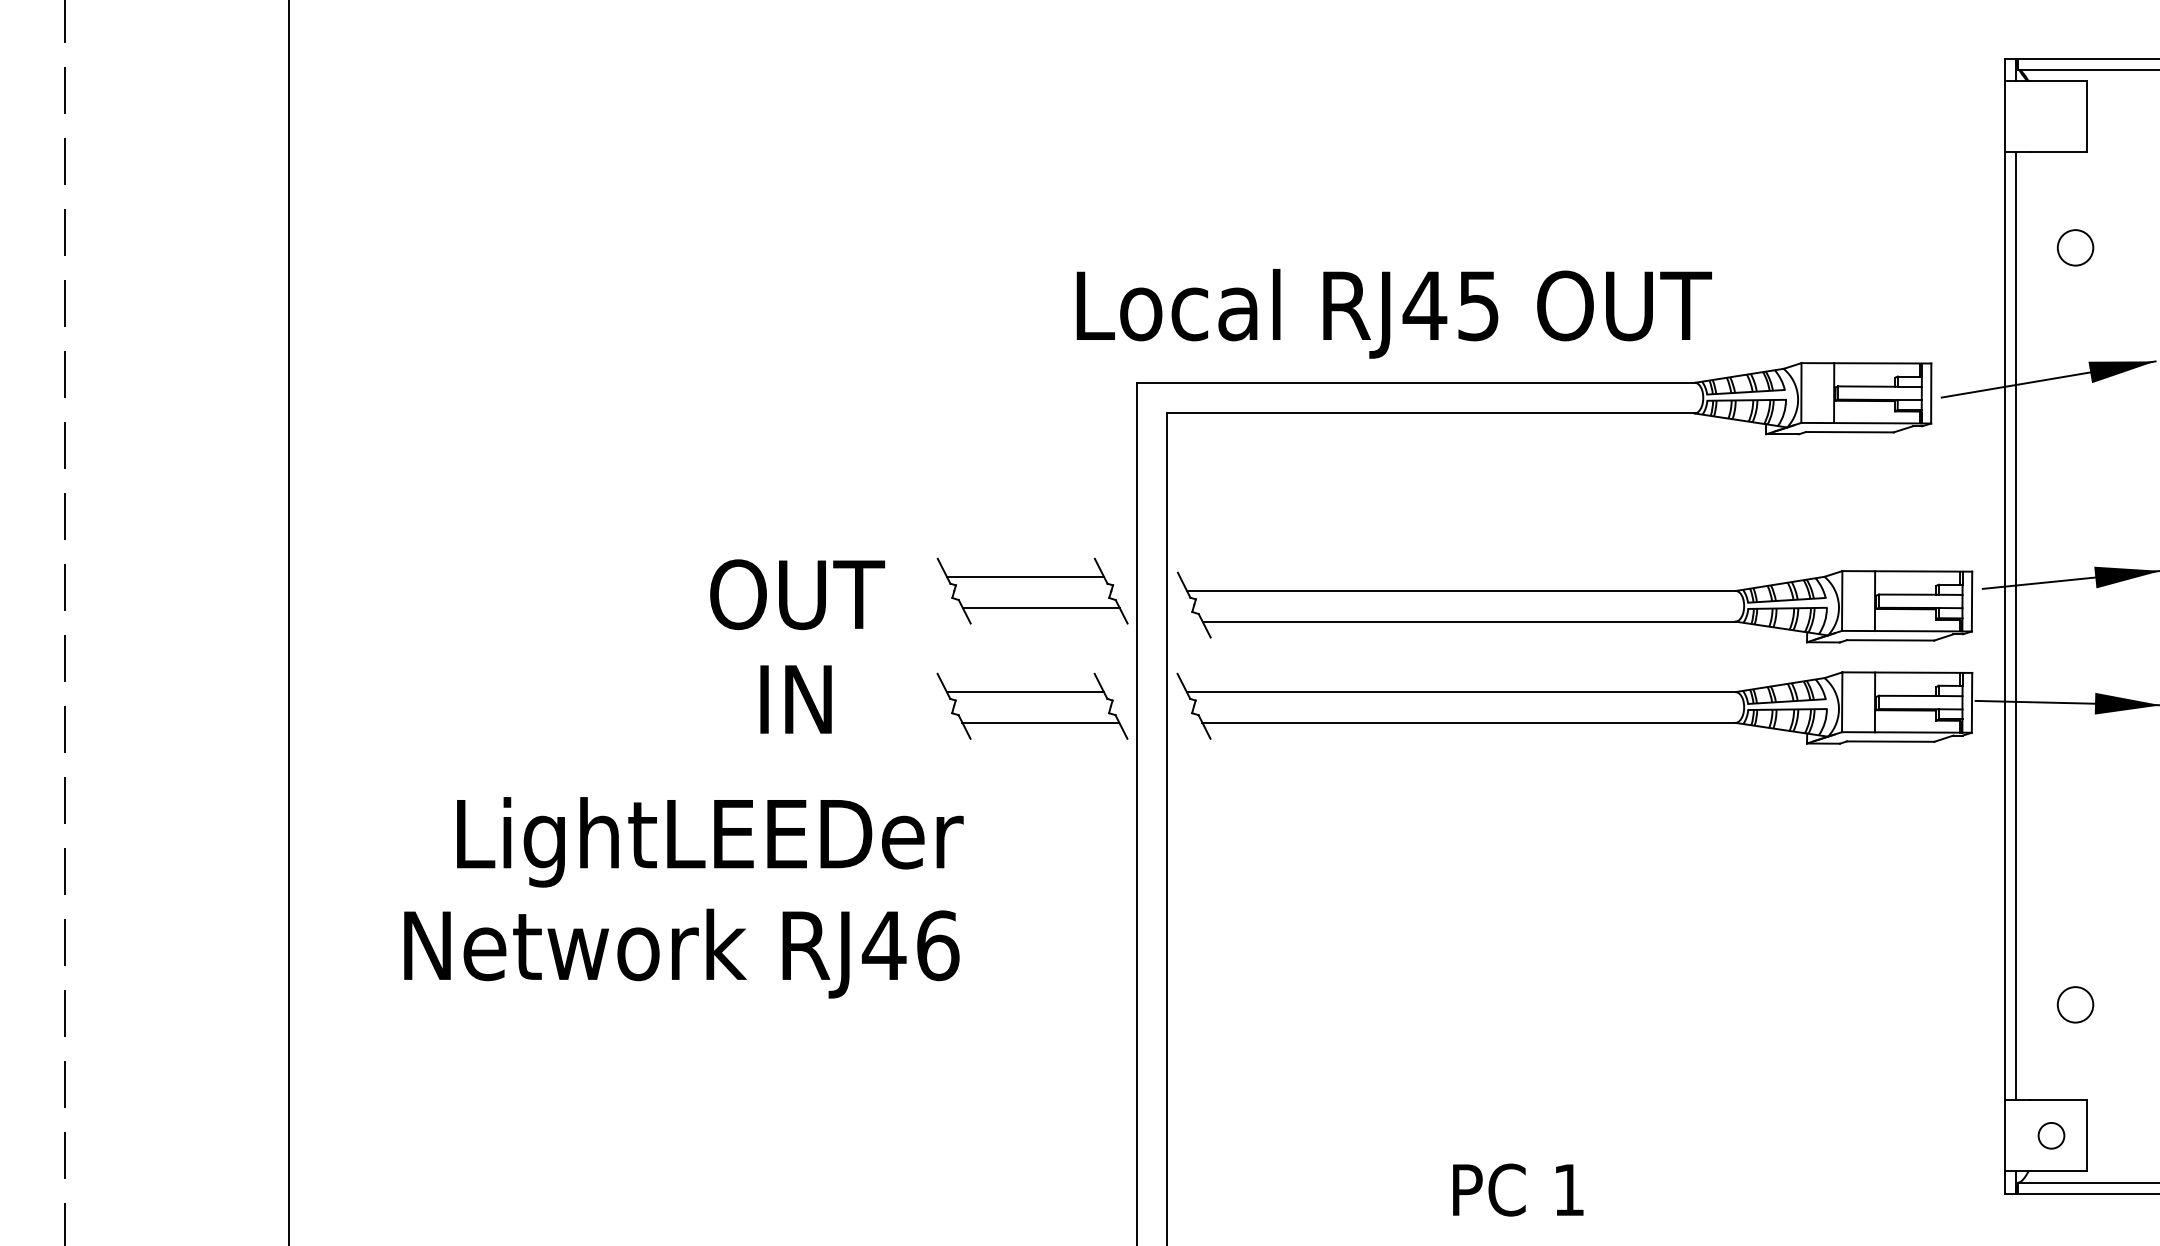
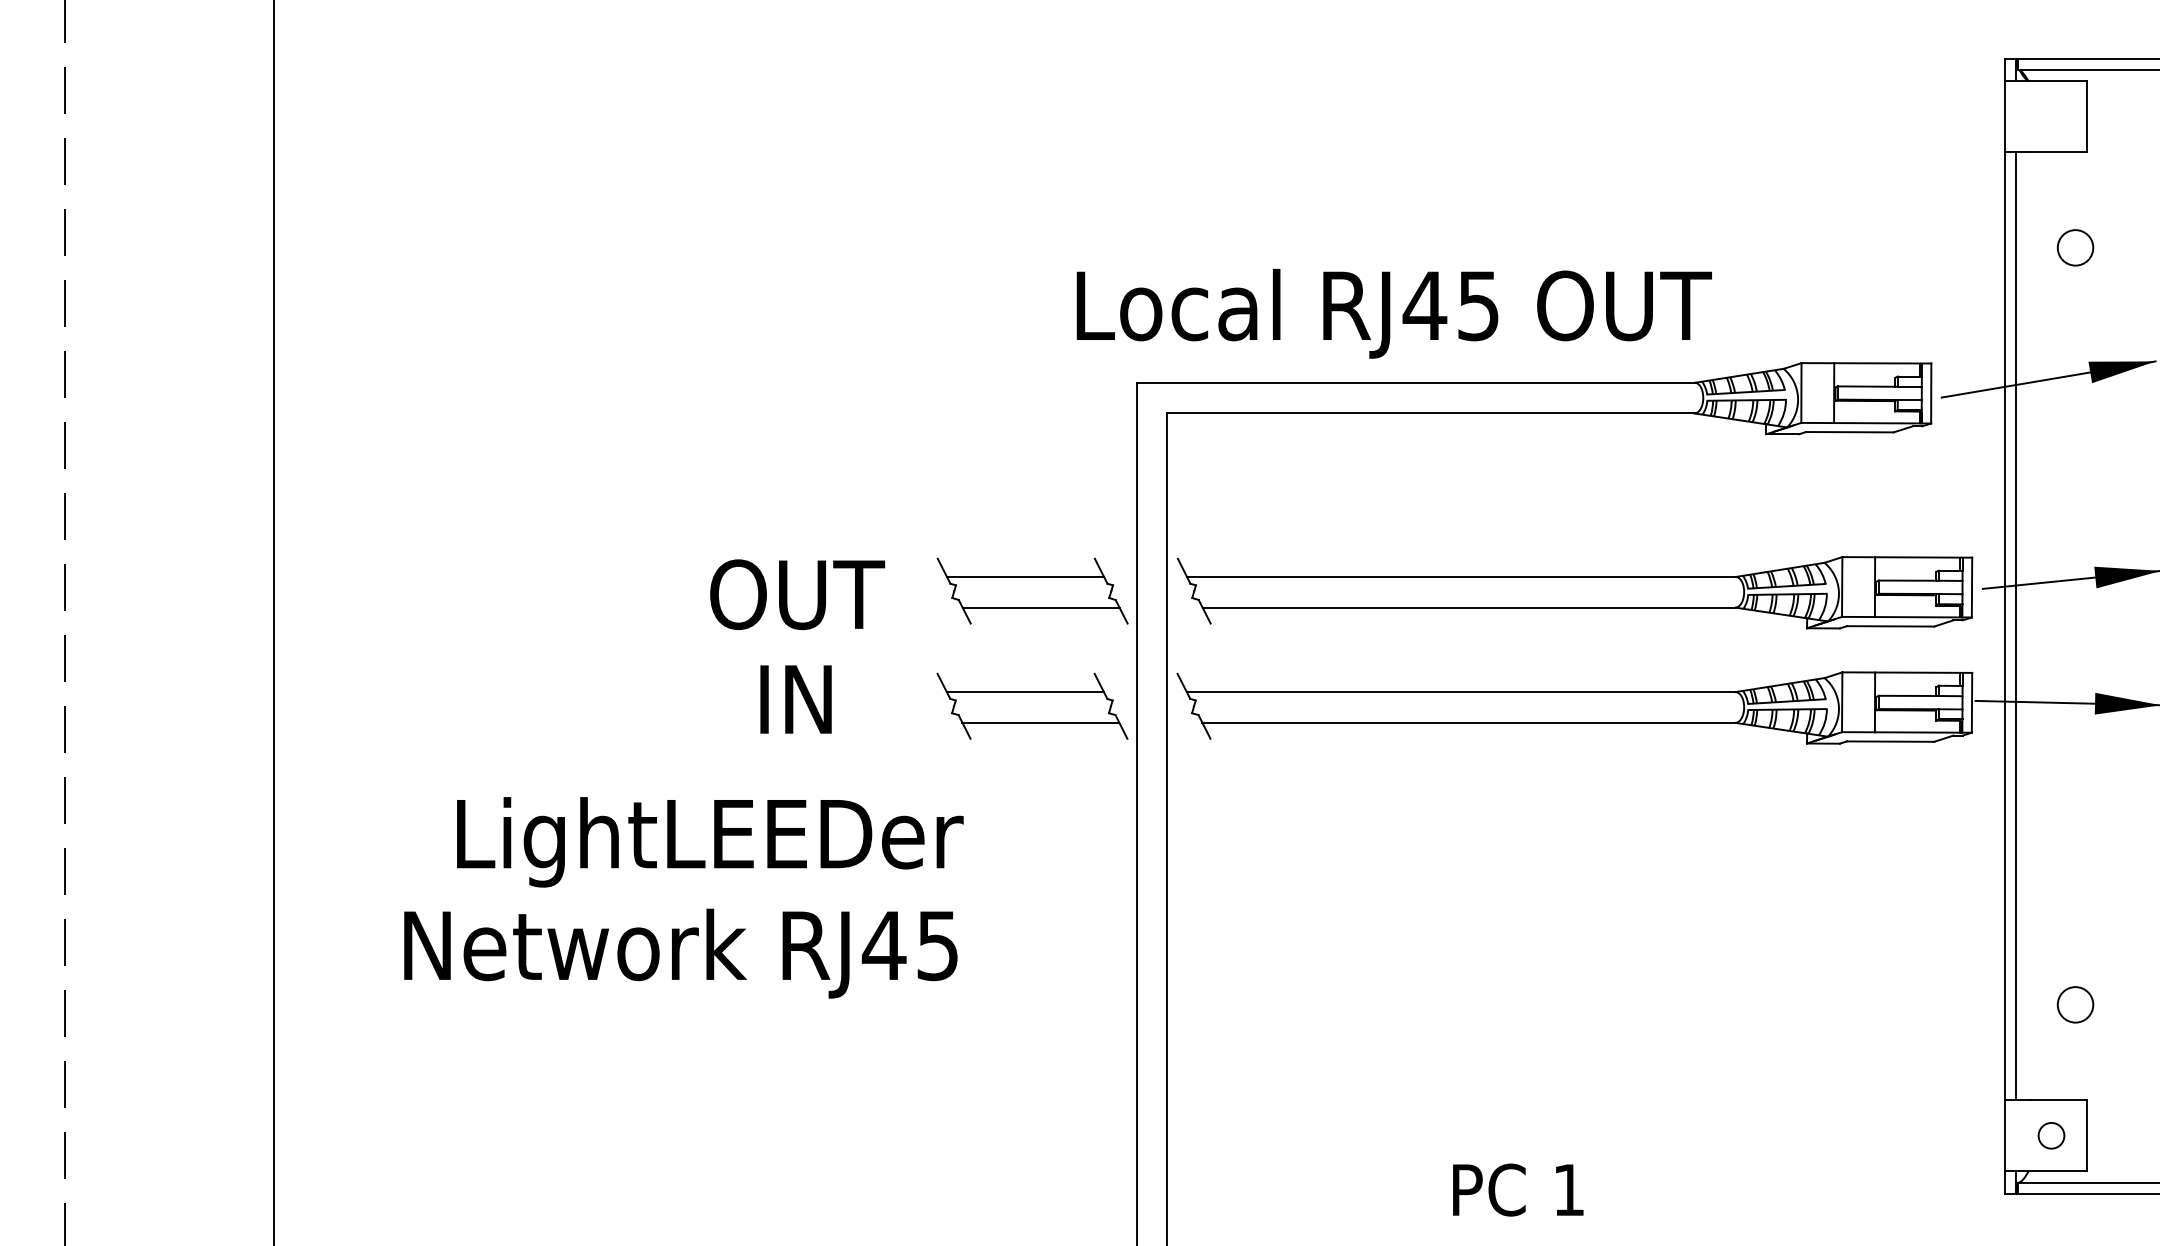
part at (1574, 606) position: (1574, 606) -> (1574, 592)
line at (288, 622) position: (288, 622) -> (273, 622)
text at (938, 945): RJ46 -> RJ45
